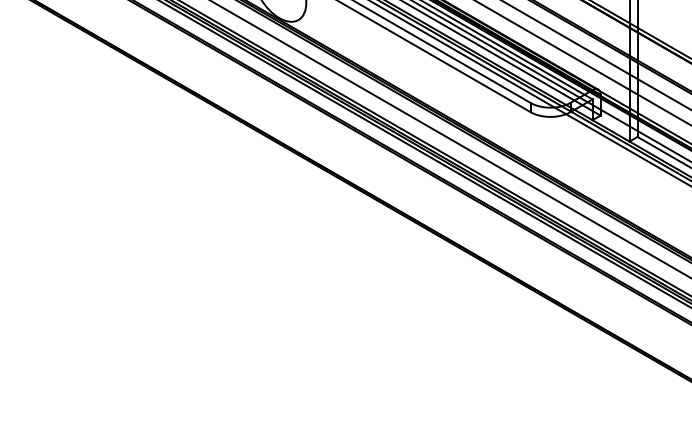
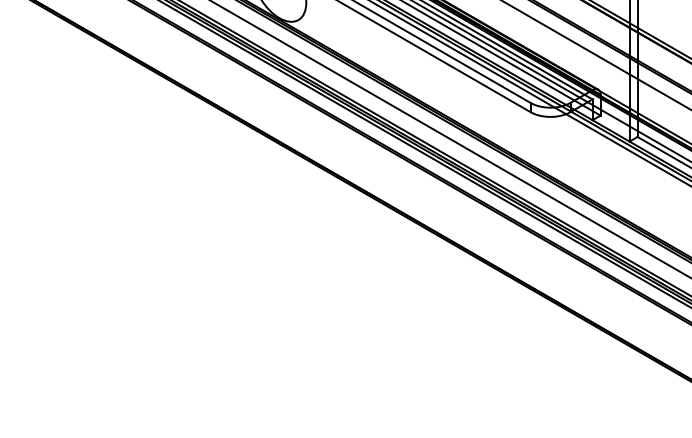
line at (582, 63): present -> none
